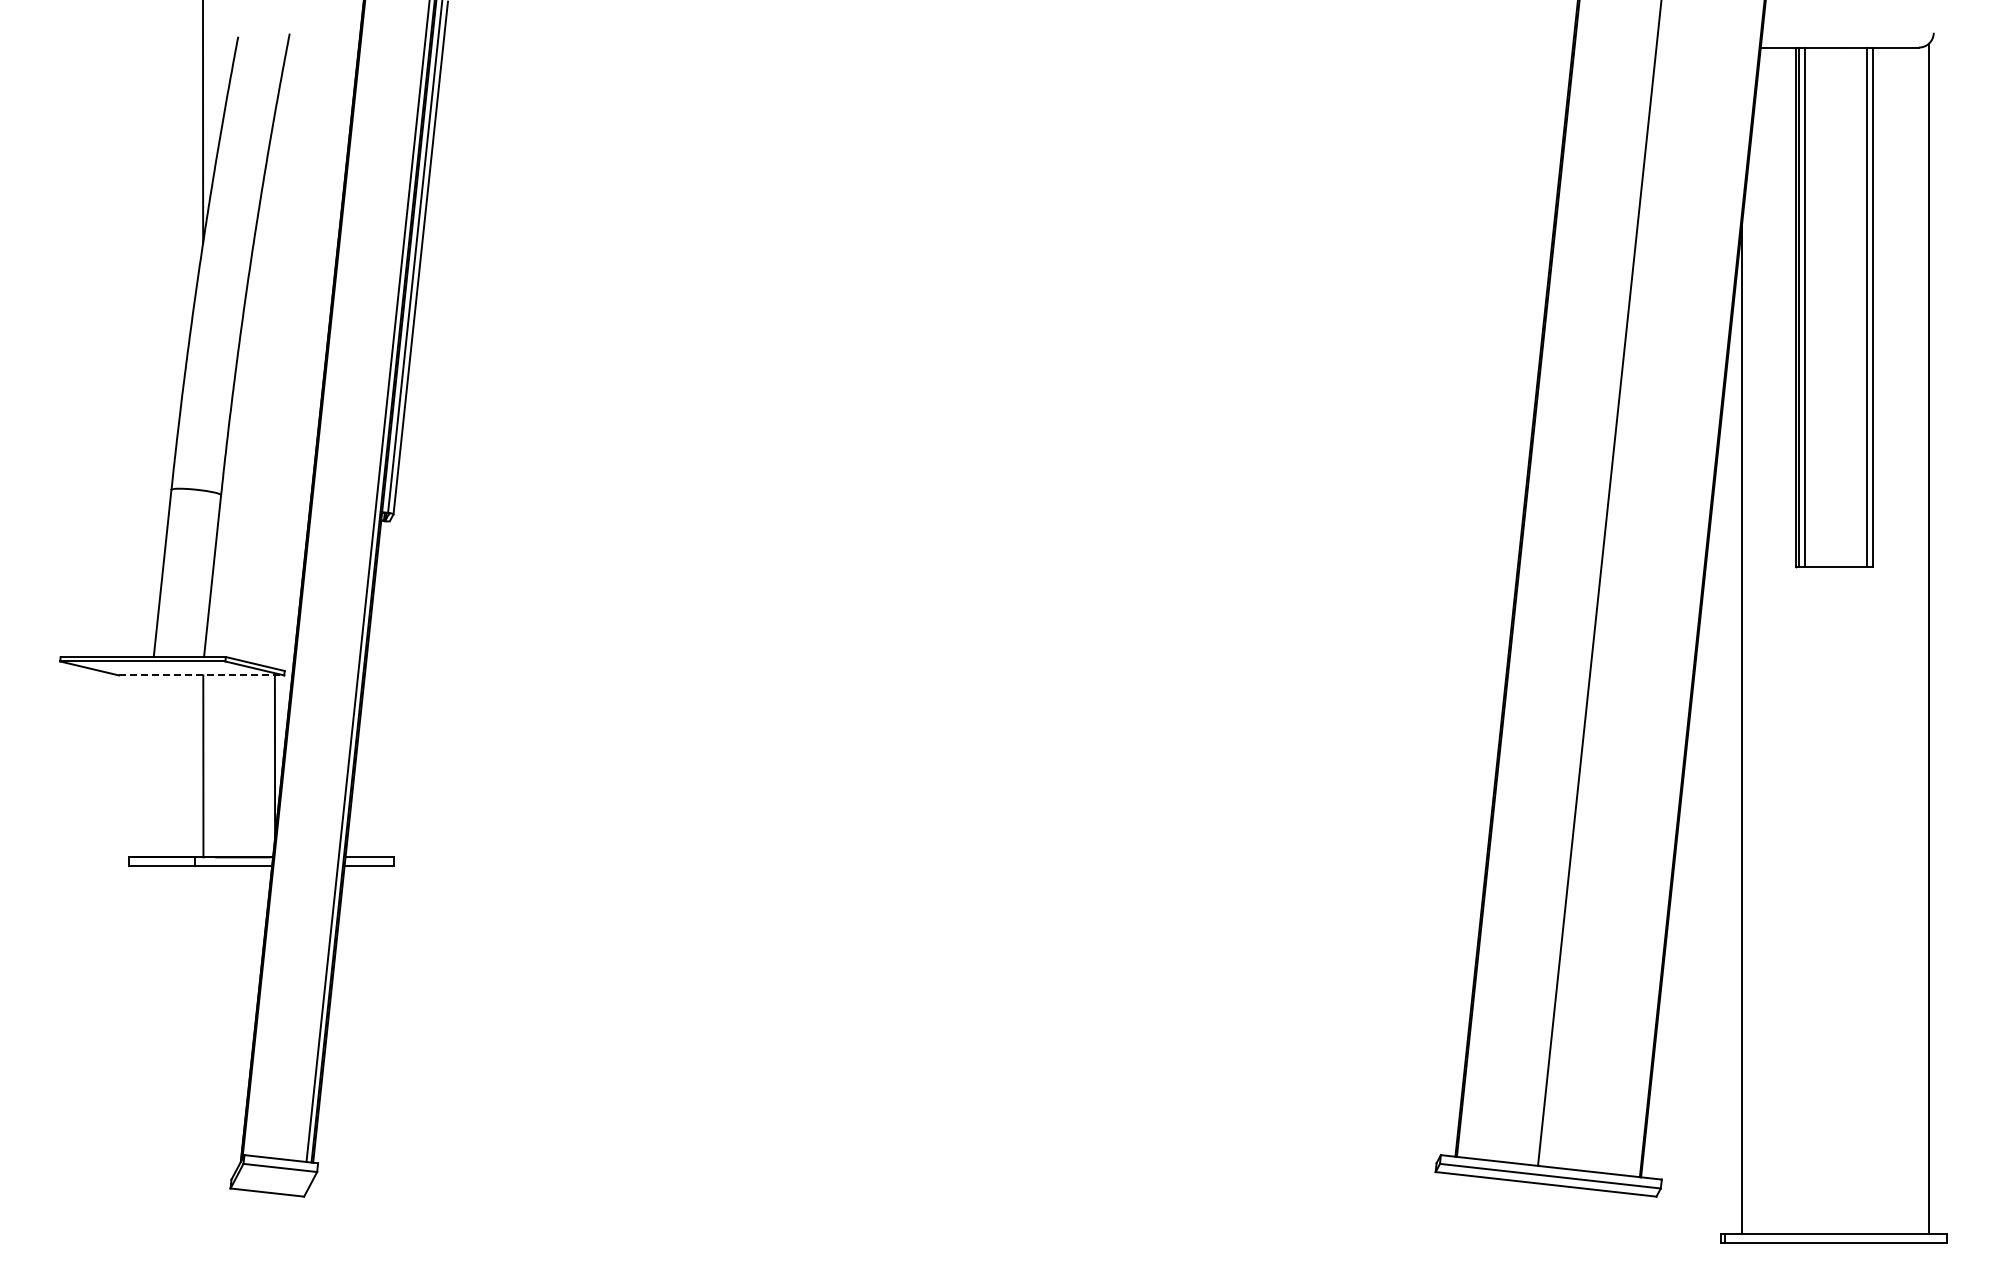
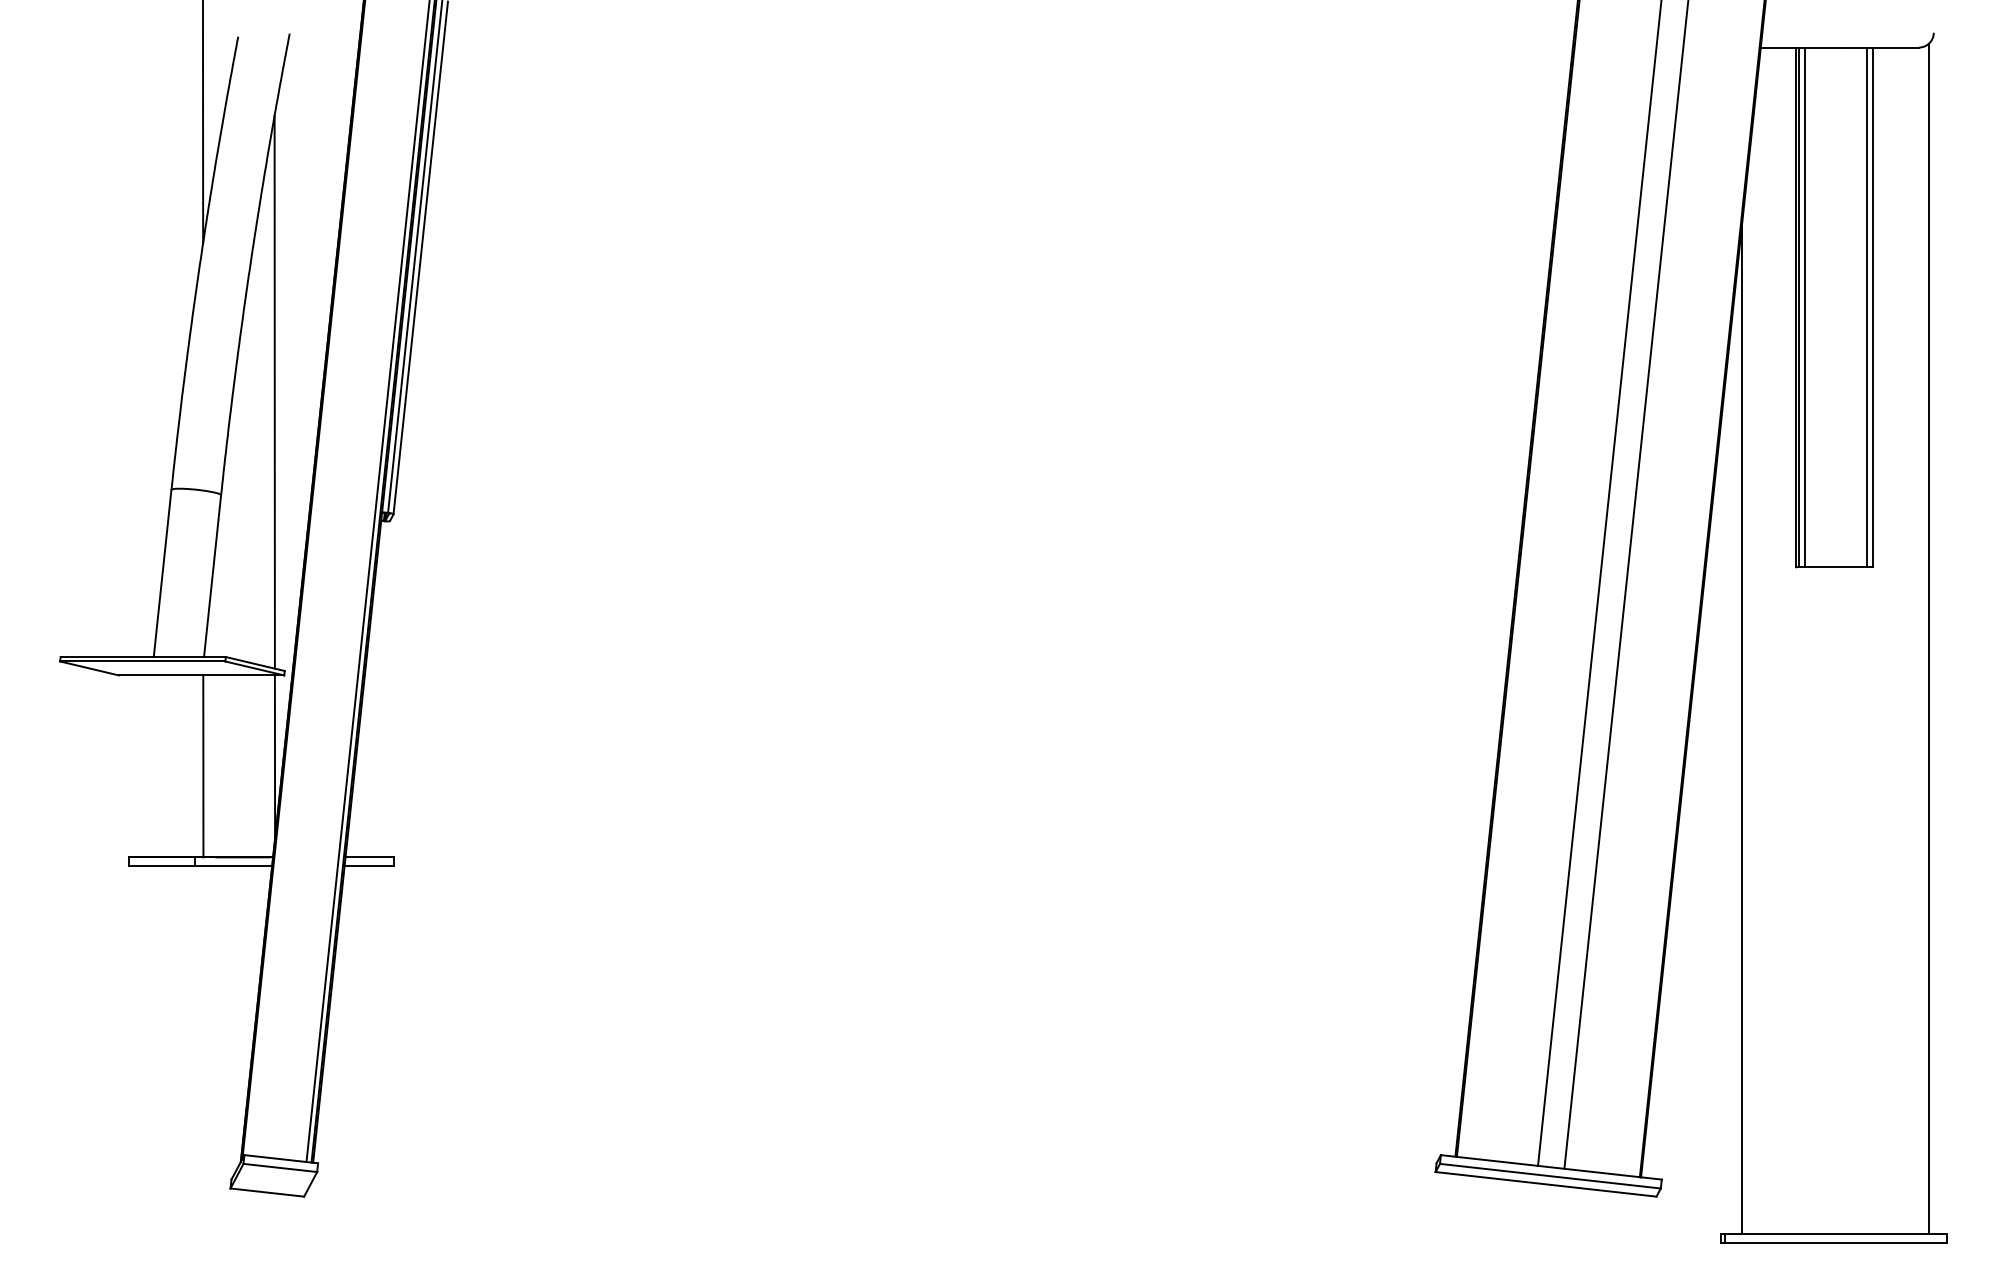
line at (274, 391): none -> present
line at (1626, 585): none -> present
line at (201, 675): dashed -> solid
